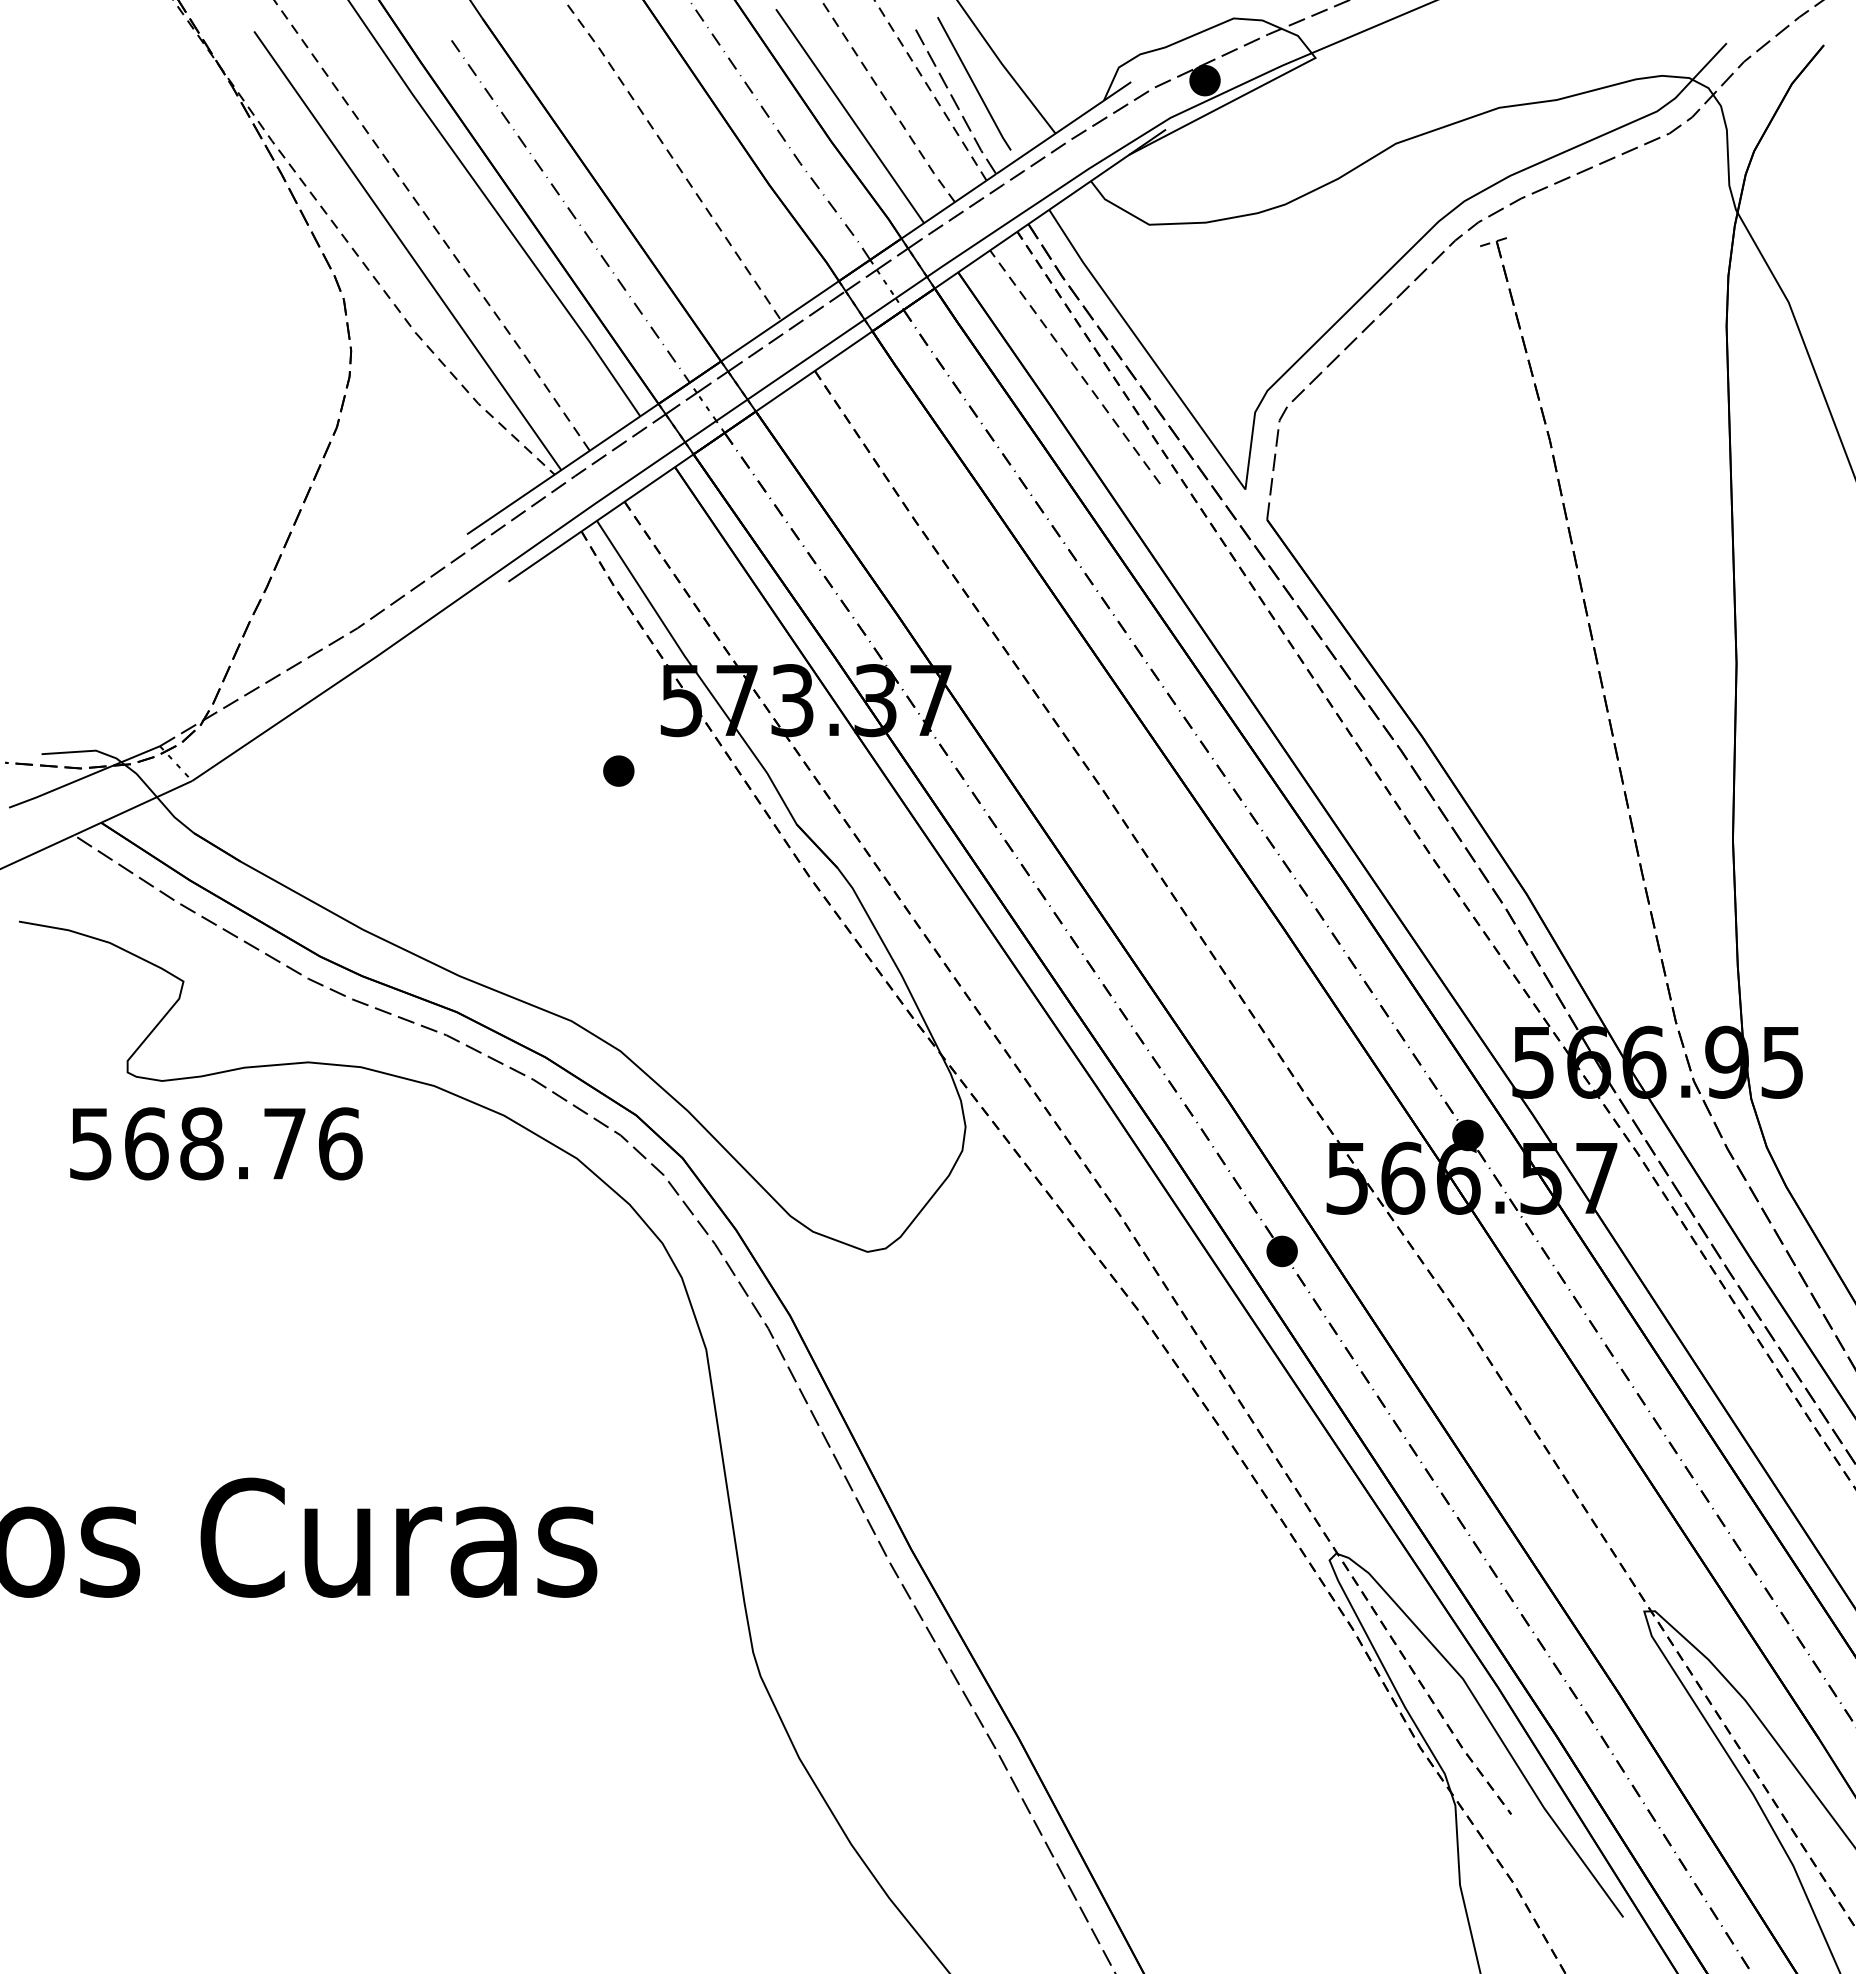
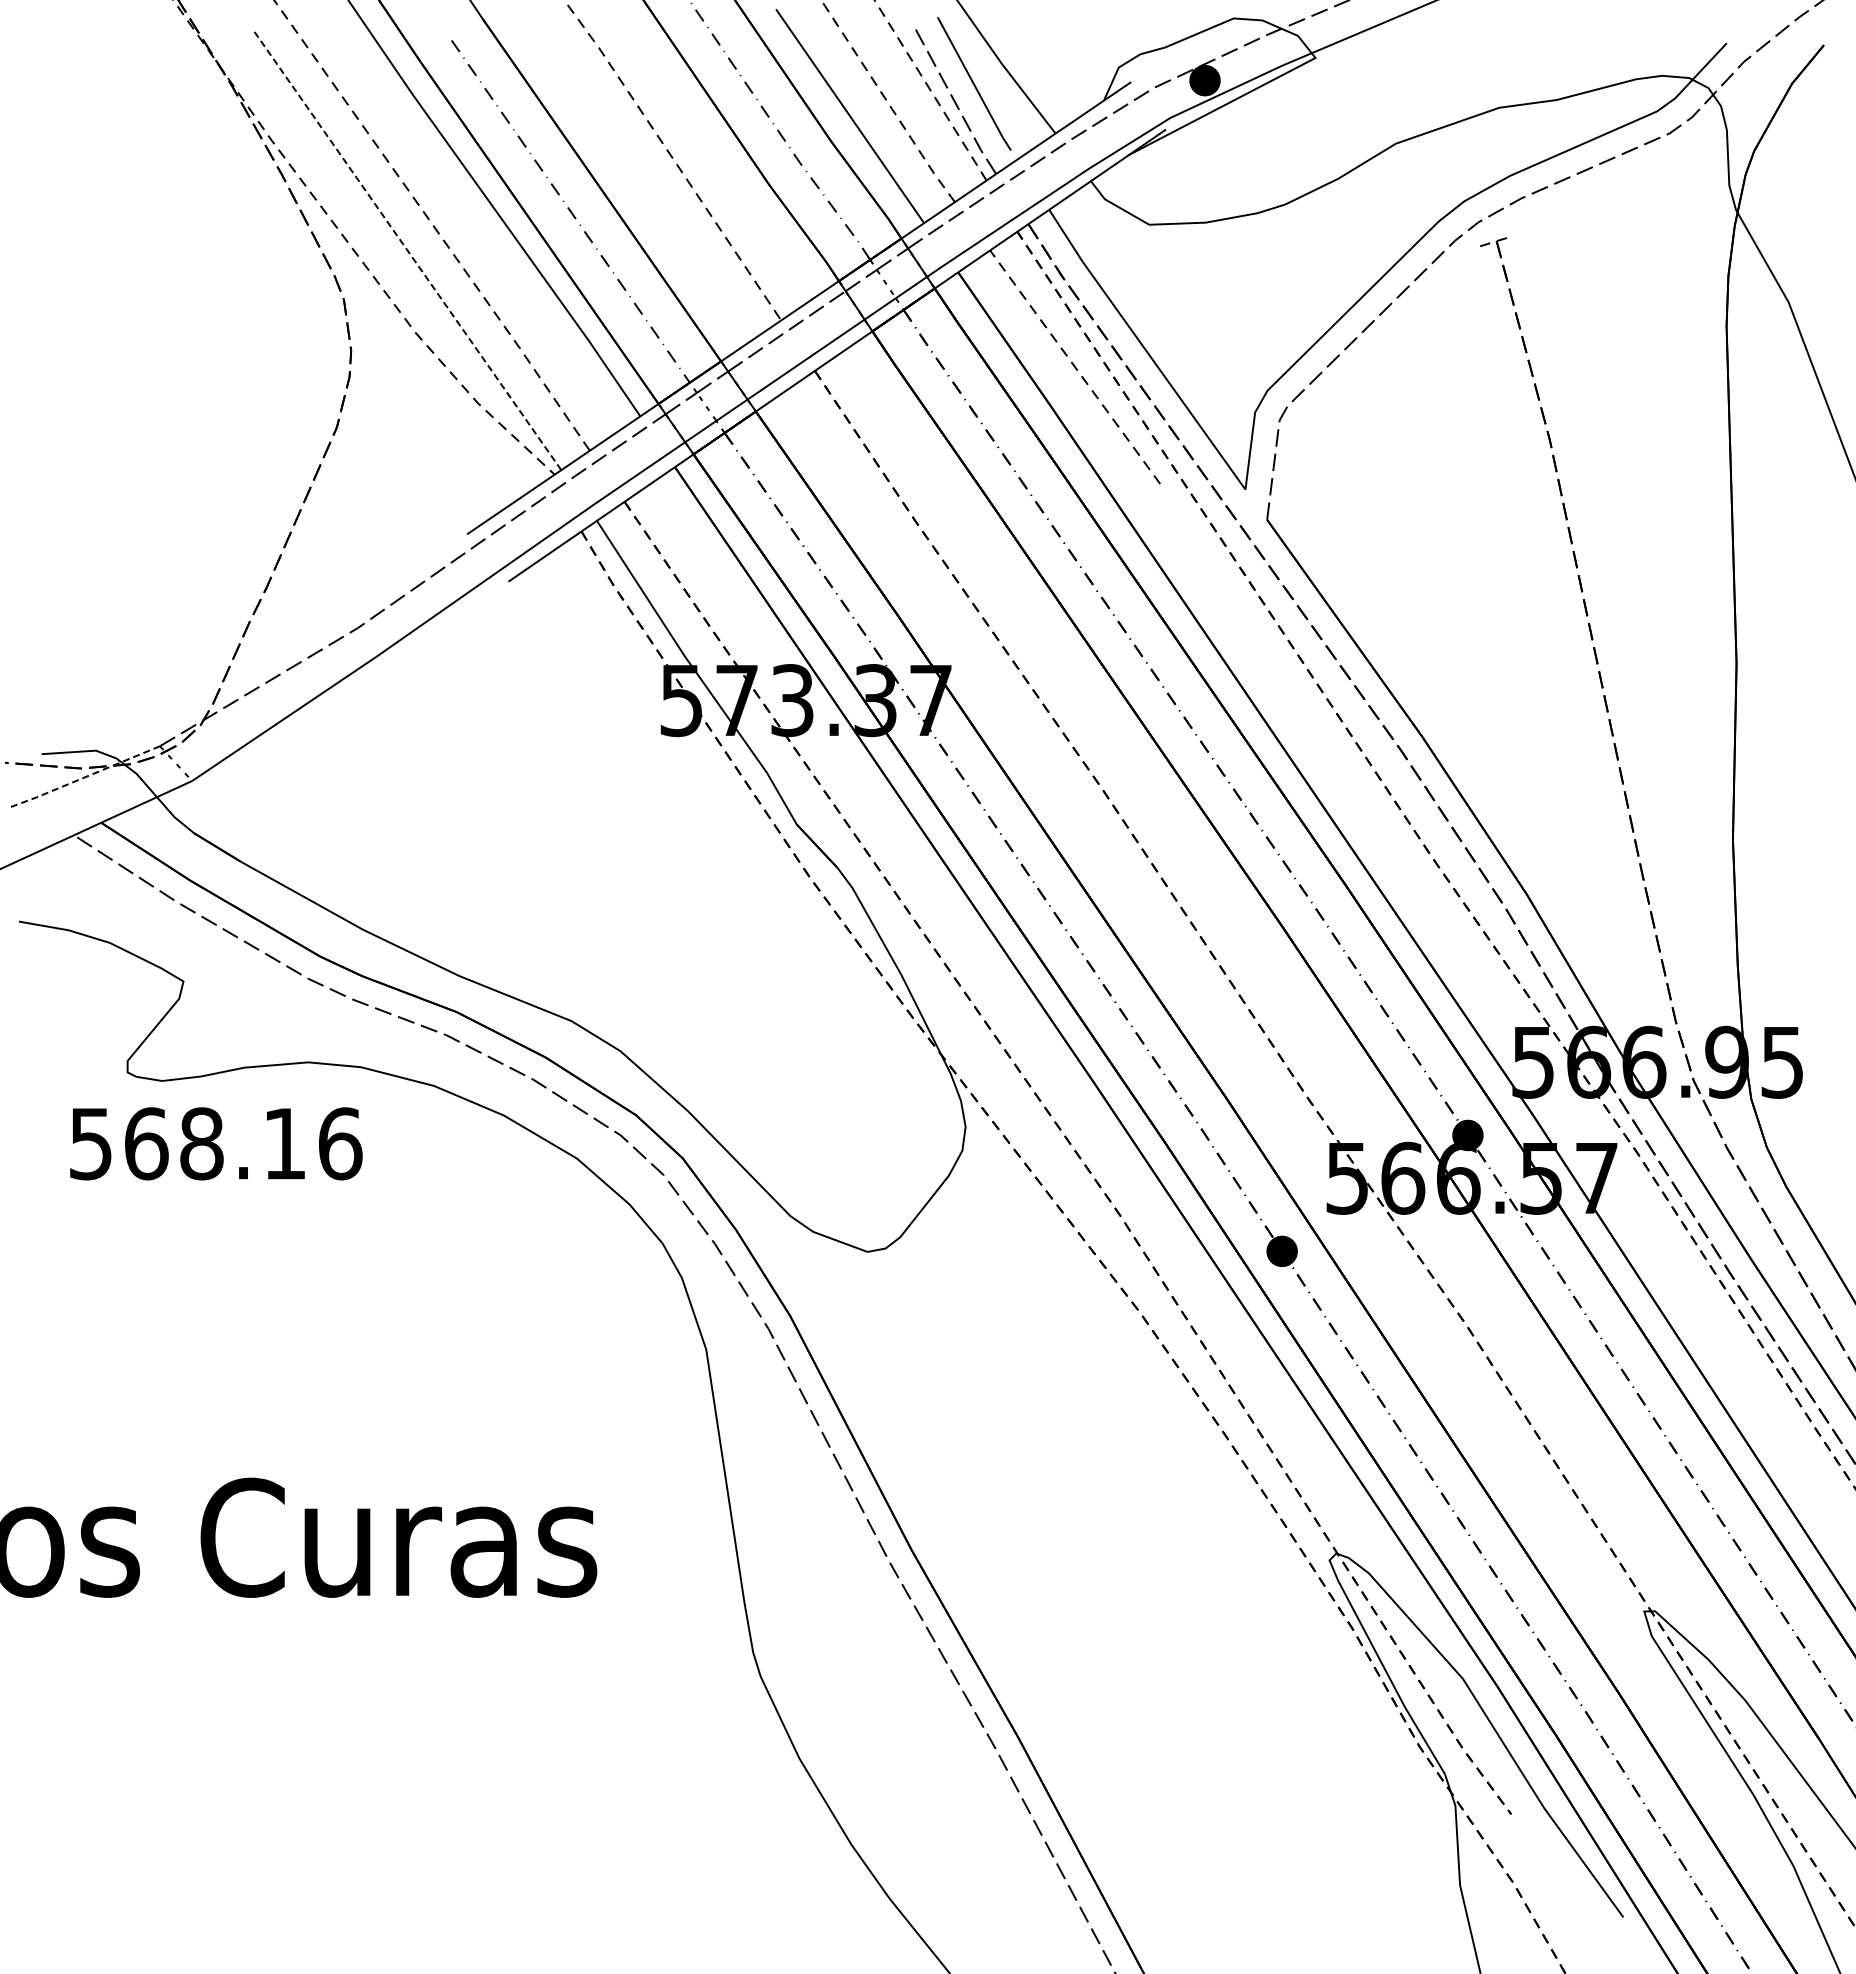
line at (407, 250): solid -> dashed
part at (618, 770): present -> none
line at (83, 777): solid -> dashed
text at (284, 1143): 568.76 -> 568.16
